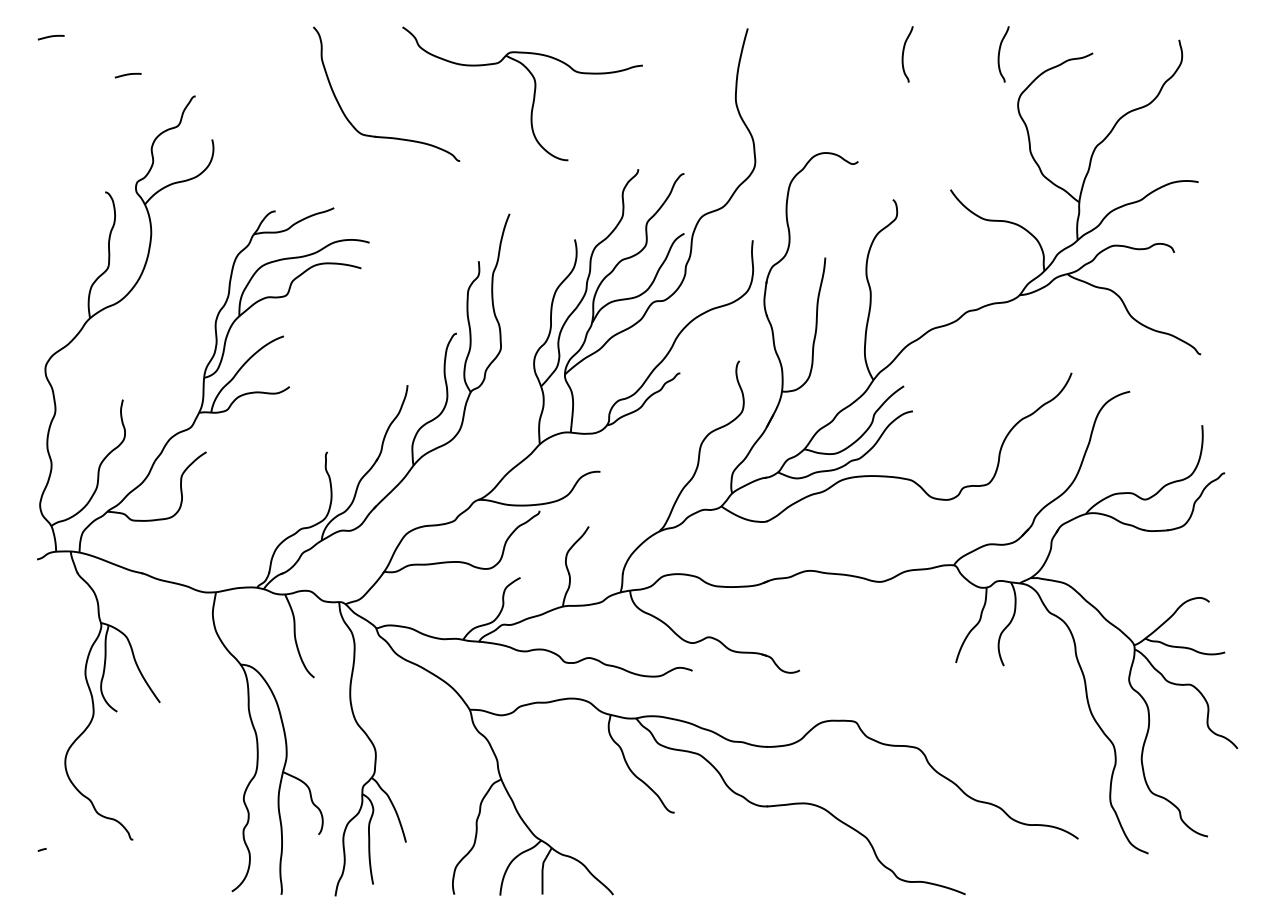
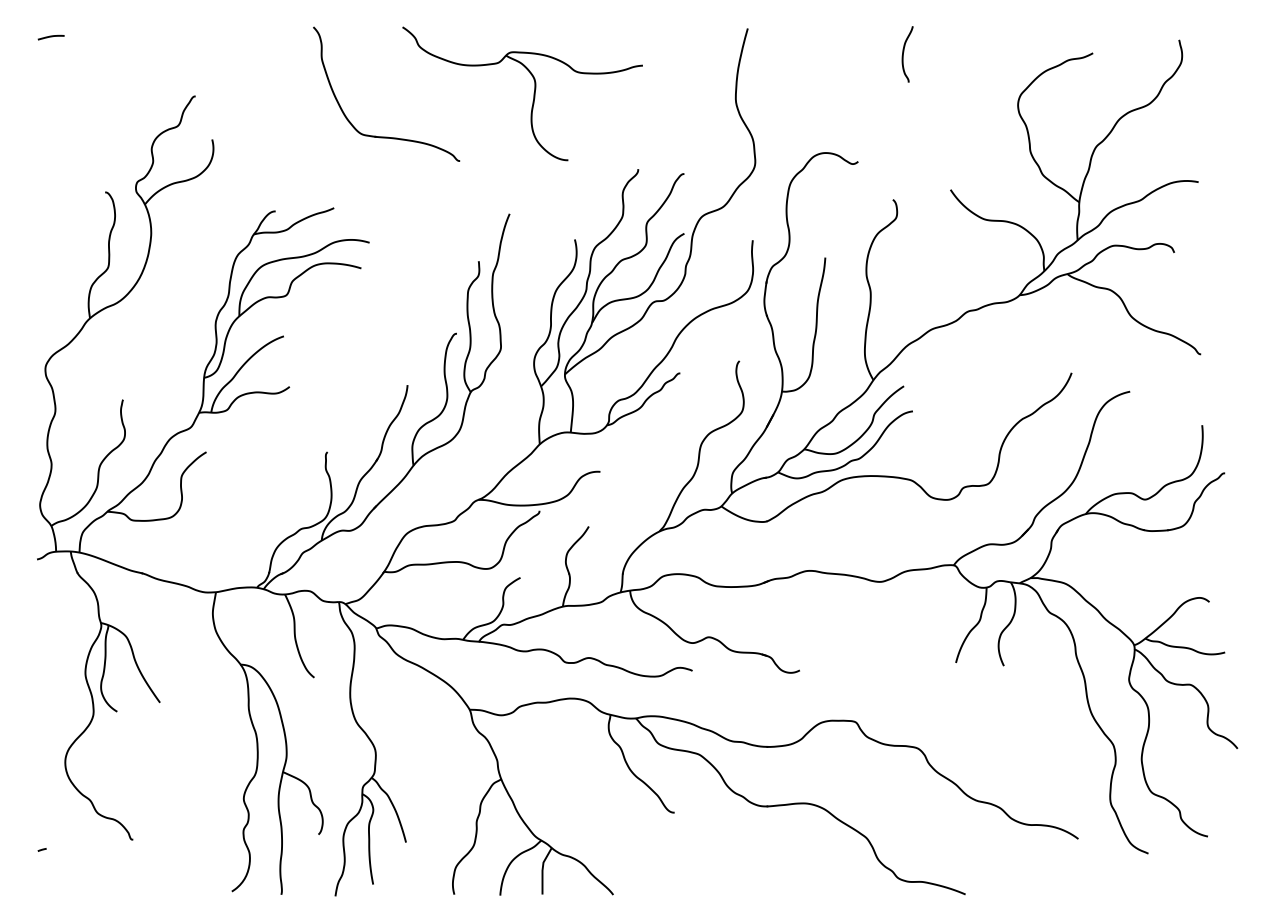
curve at (1000, 52): present -> none
curve at (127, 75): present -> none
